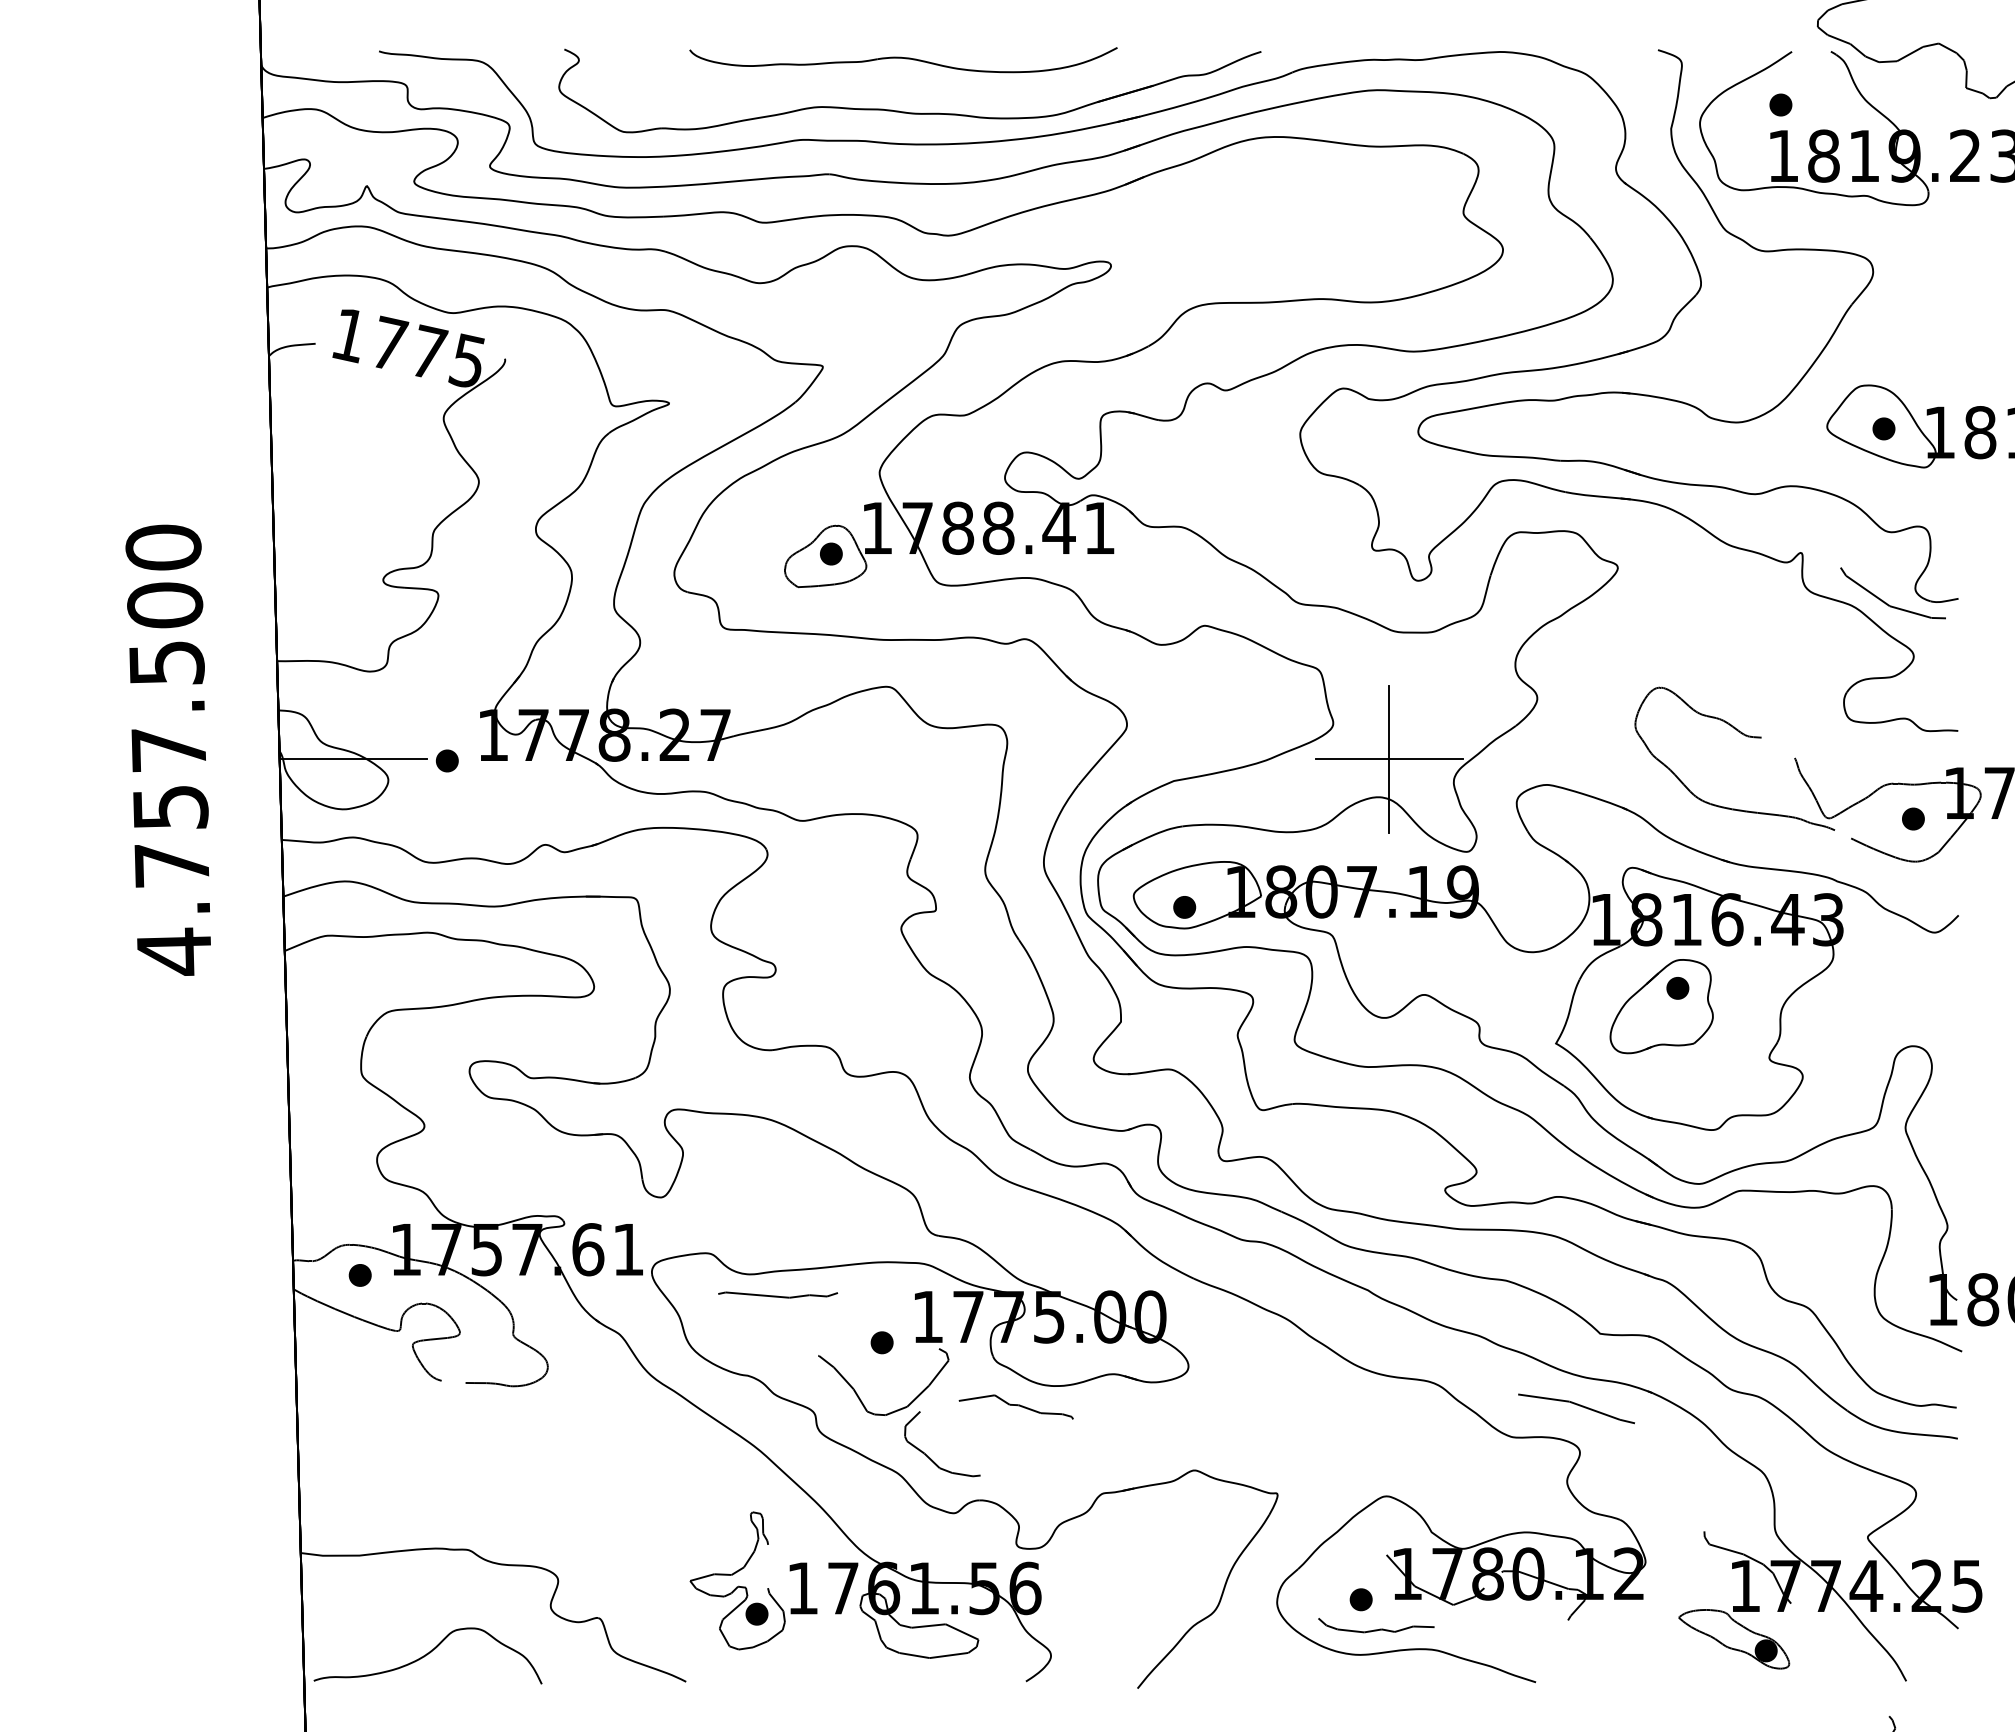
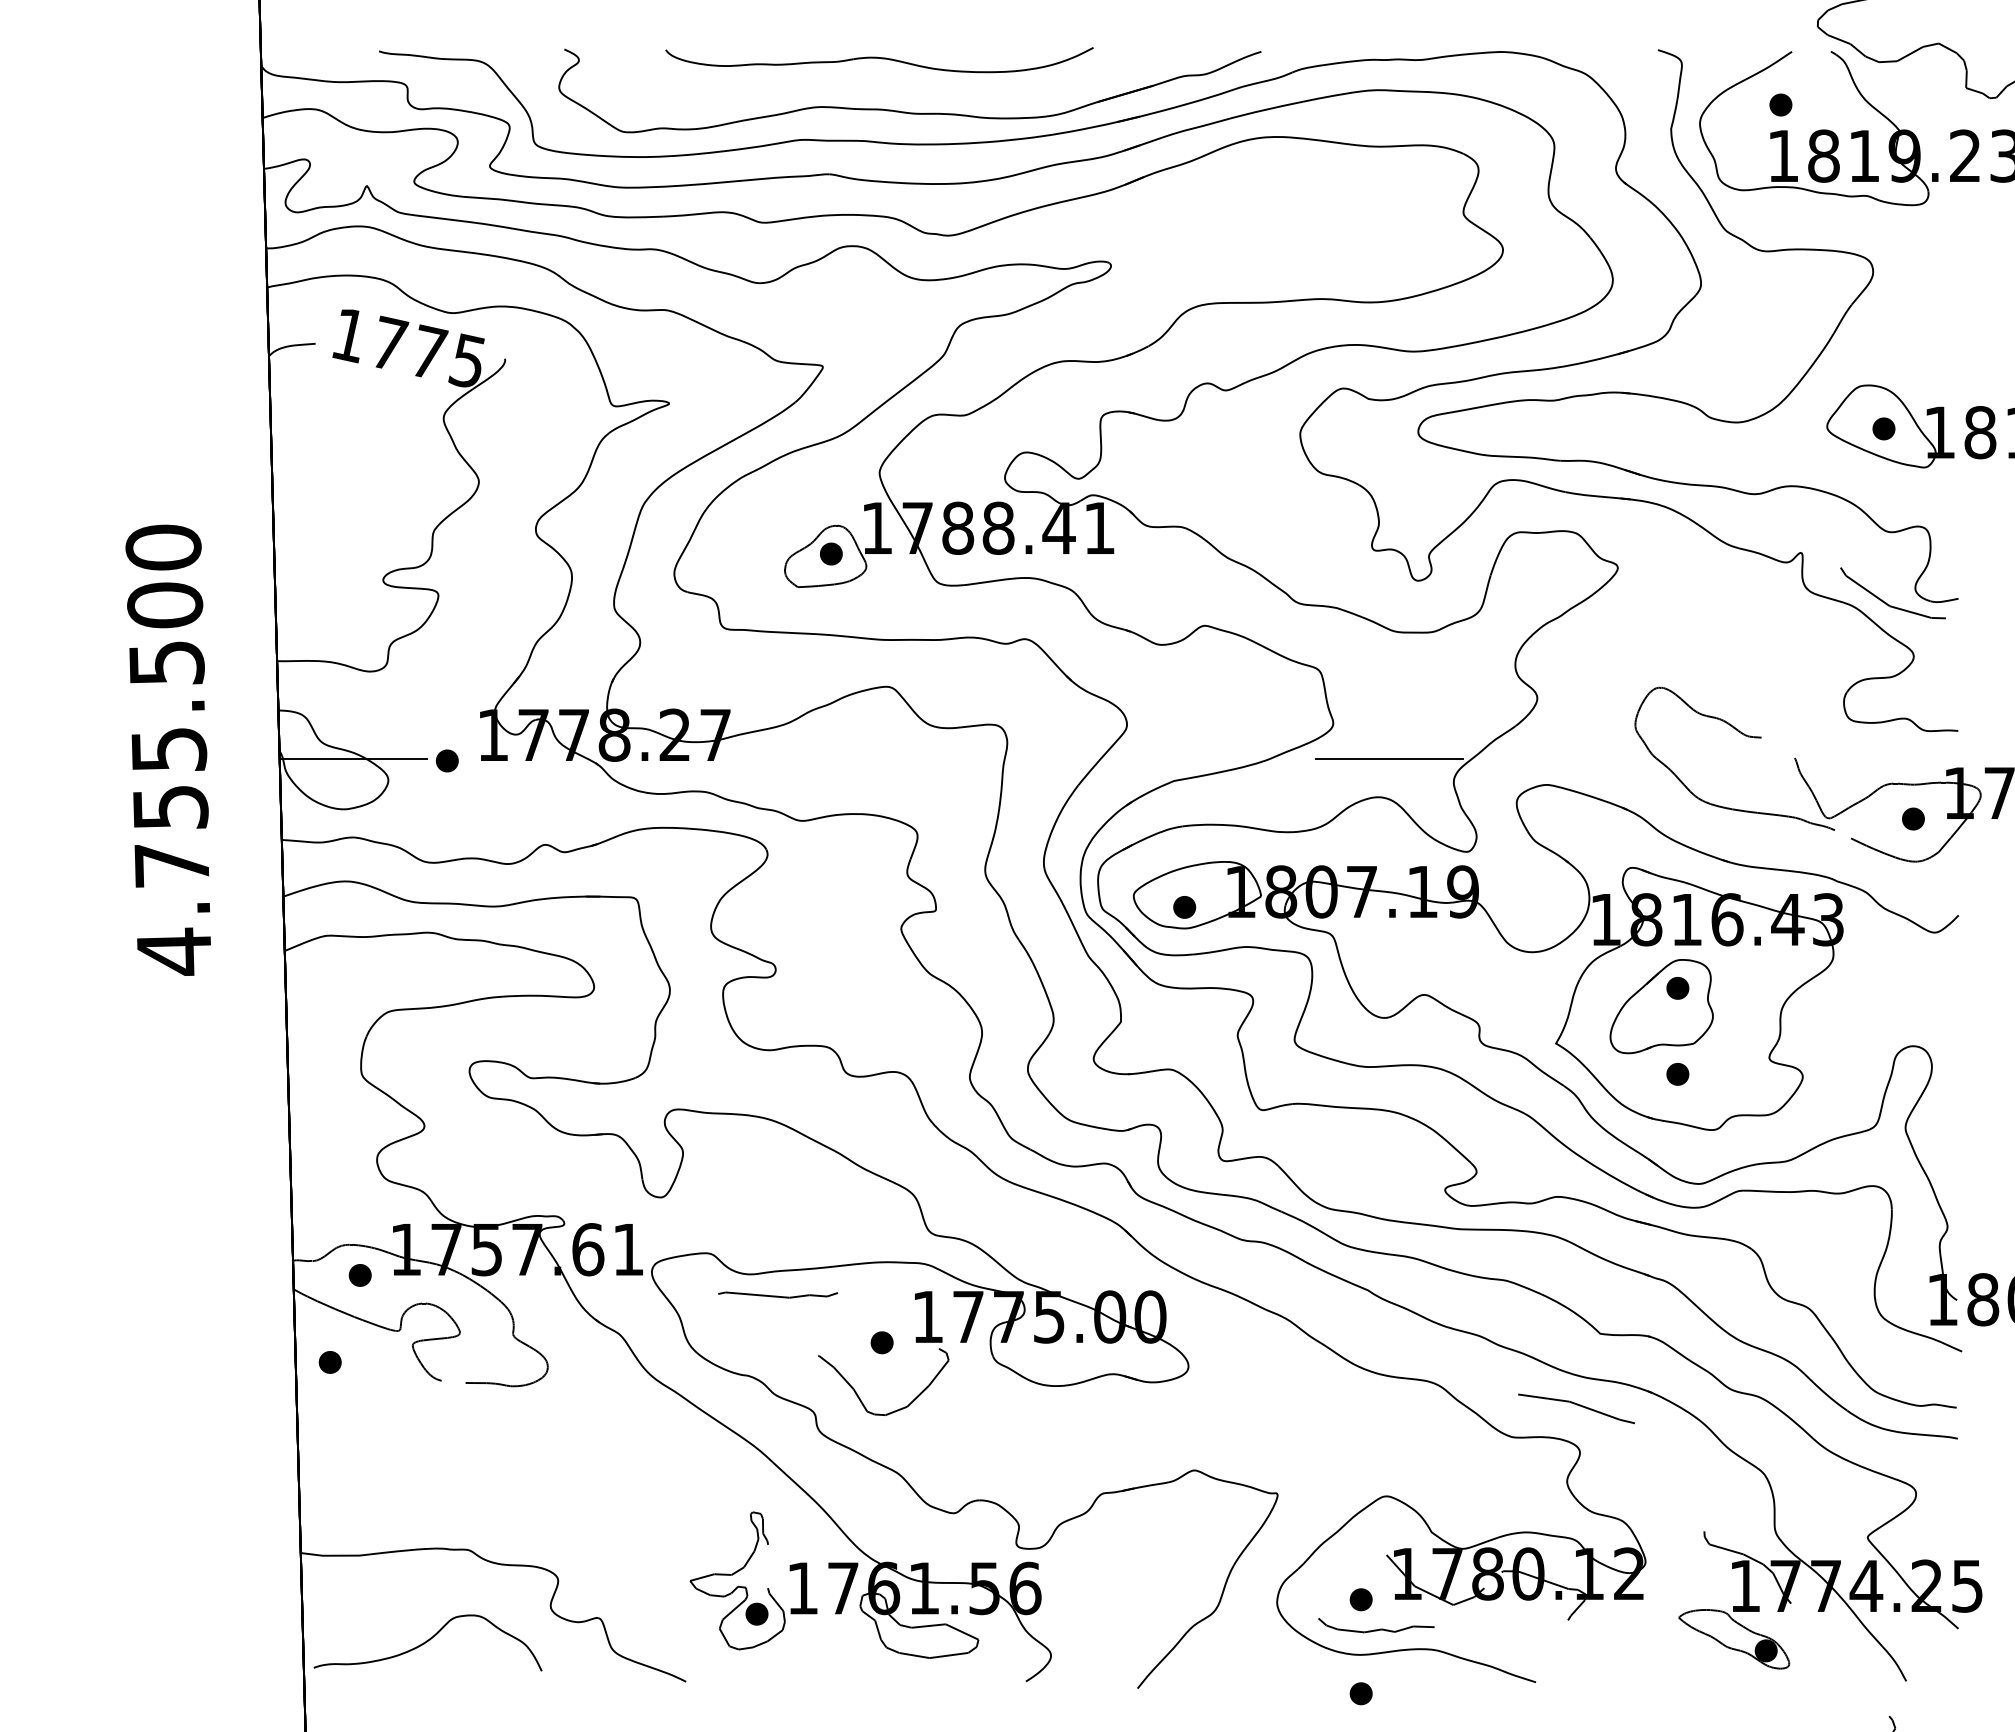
part at (903, 60) position: (903, 60) -> (879, 60)
text at (169, 750): 4.757.500 -> 4.755.500
line at (1389, 758): present -> none
part at (1677, 1074): none -> present
part at (329, 1362): none -> present
part at (1008, 1405): present -> none
curve at (427, 1655) position: (427, 1655) -> (427, 1642)
part at (1360, 1693): none -> present
